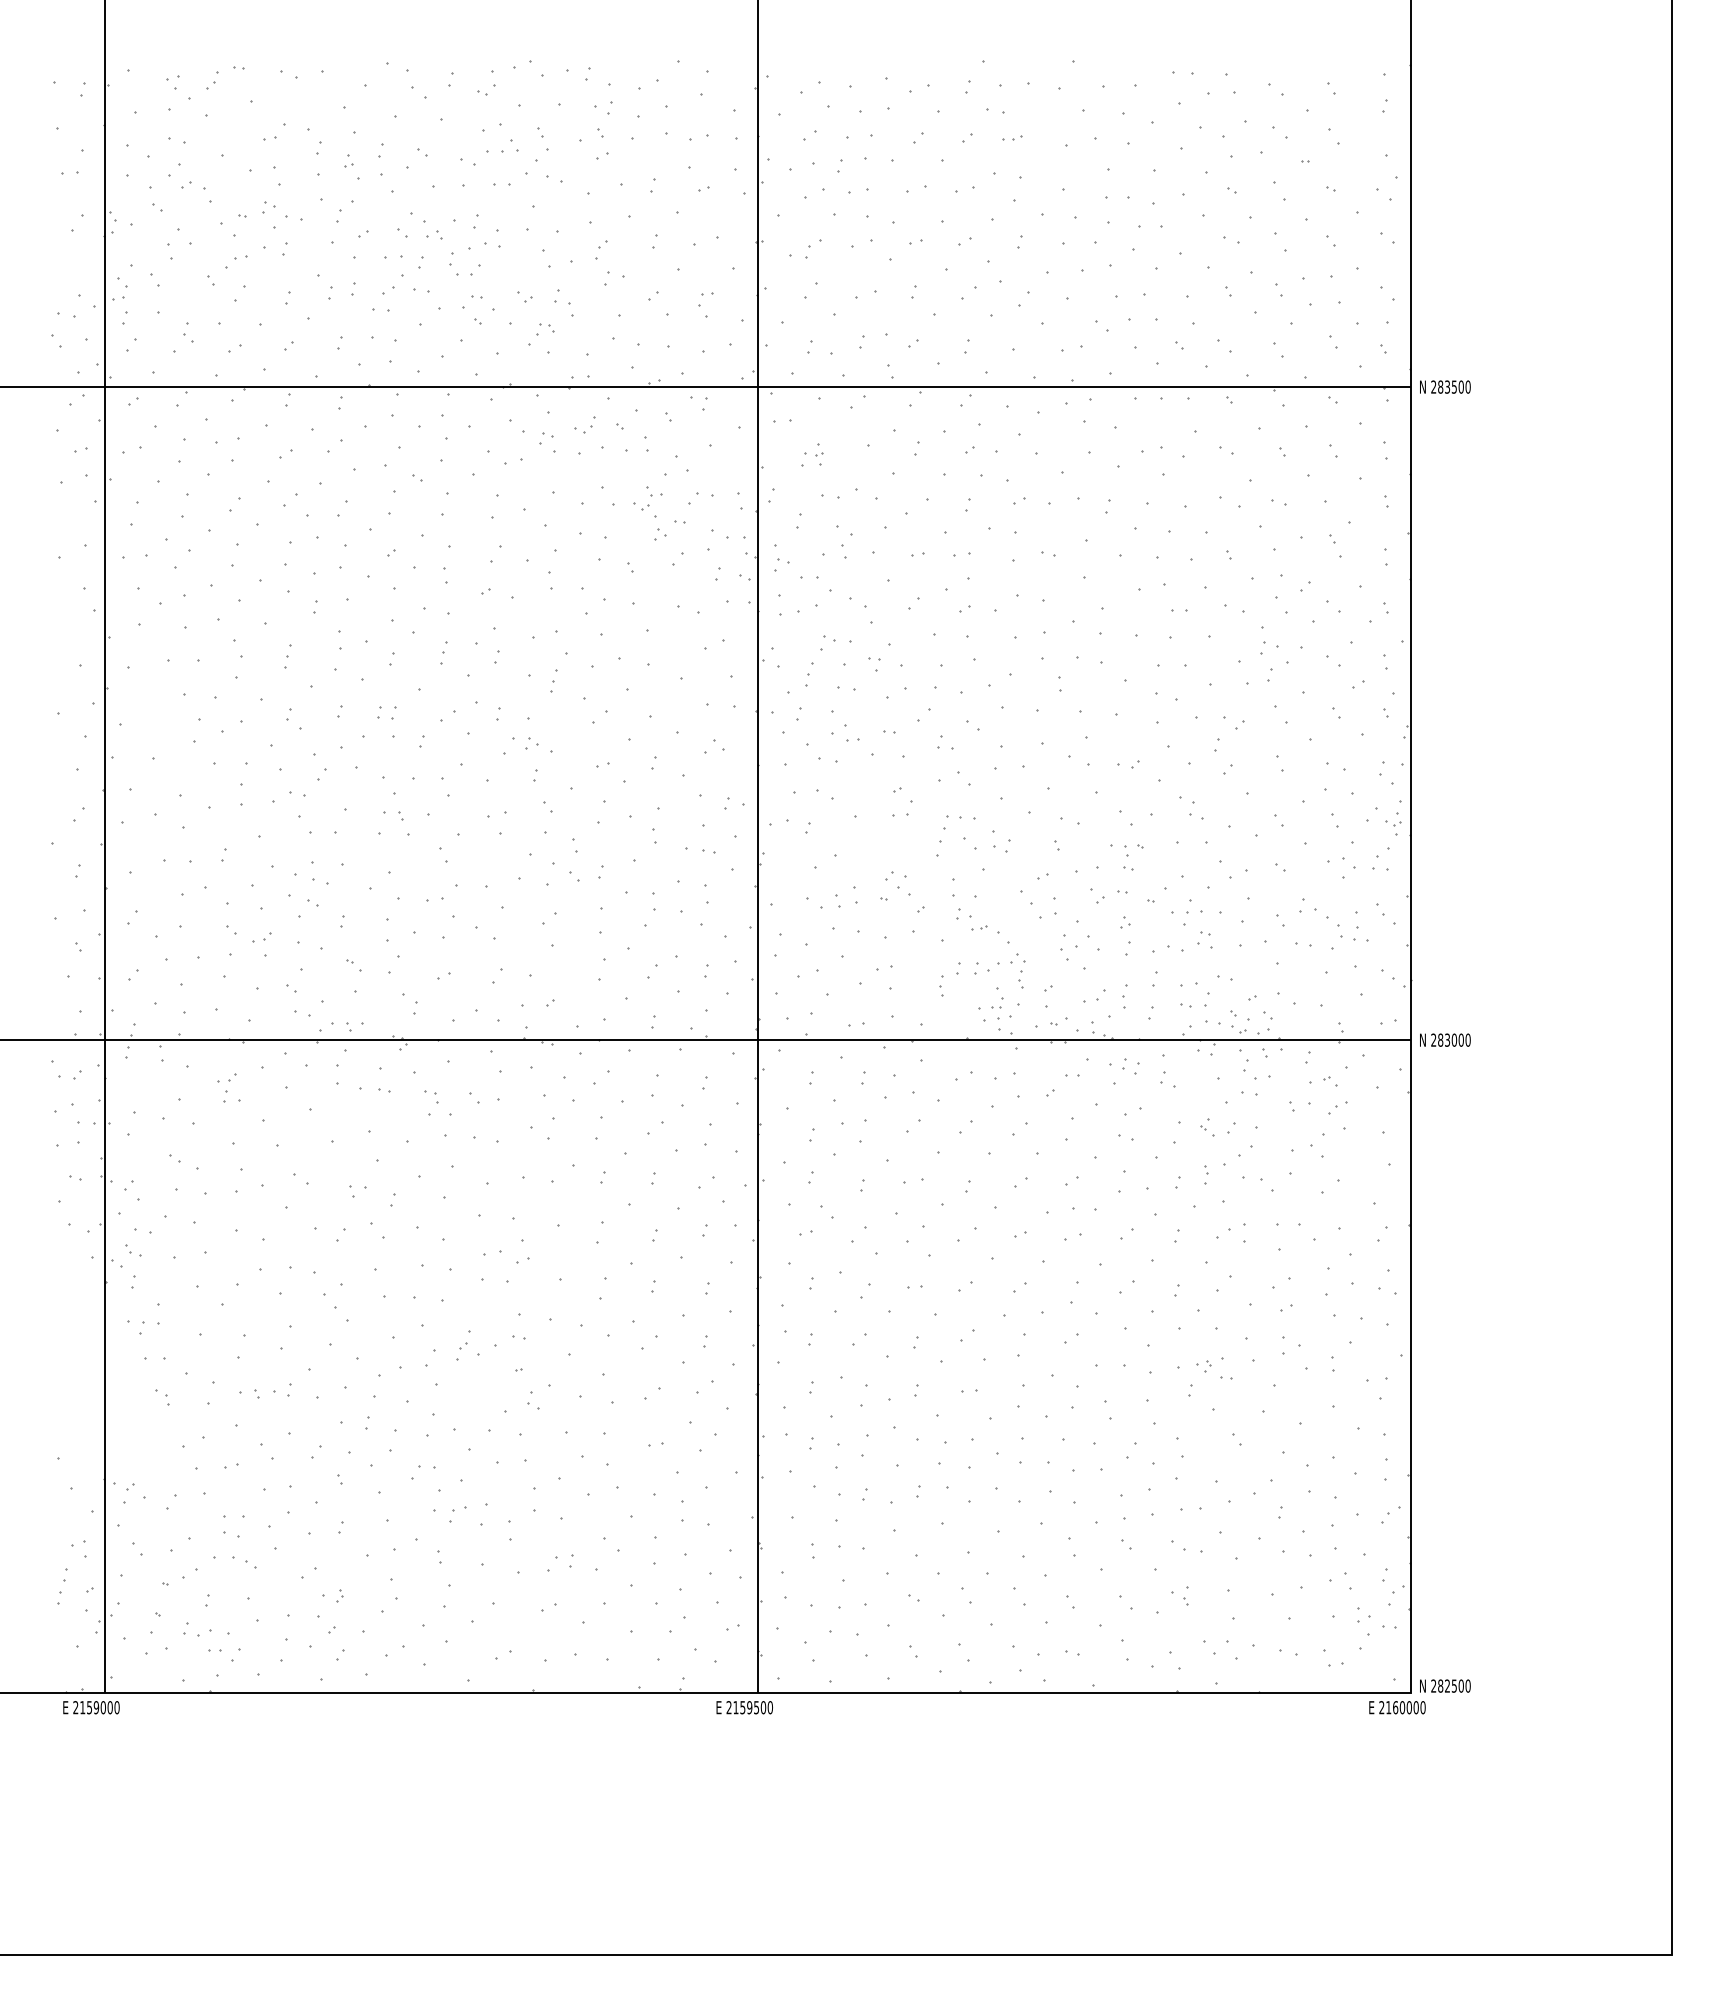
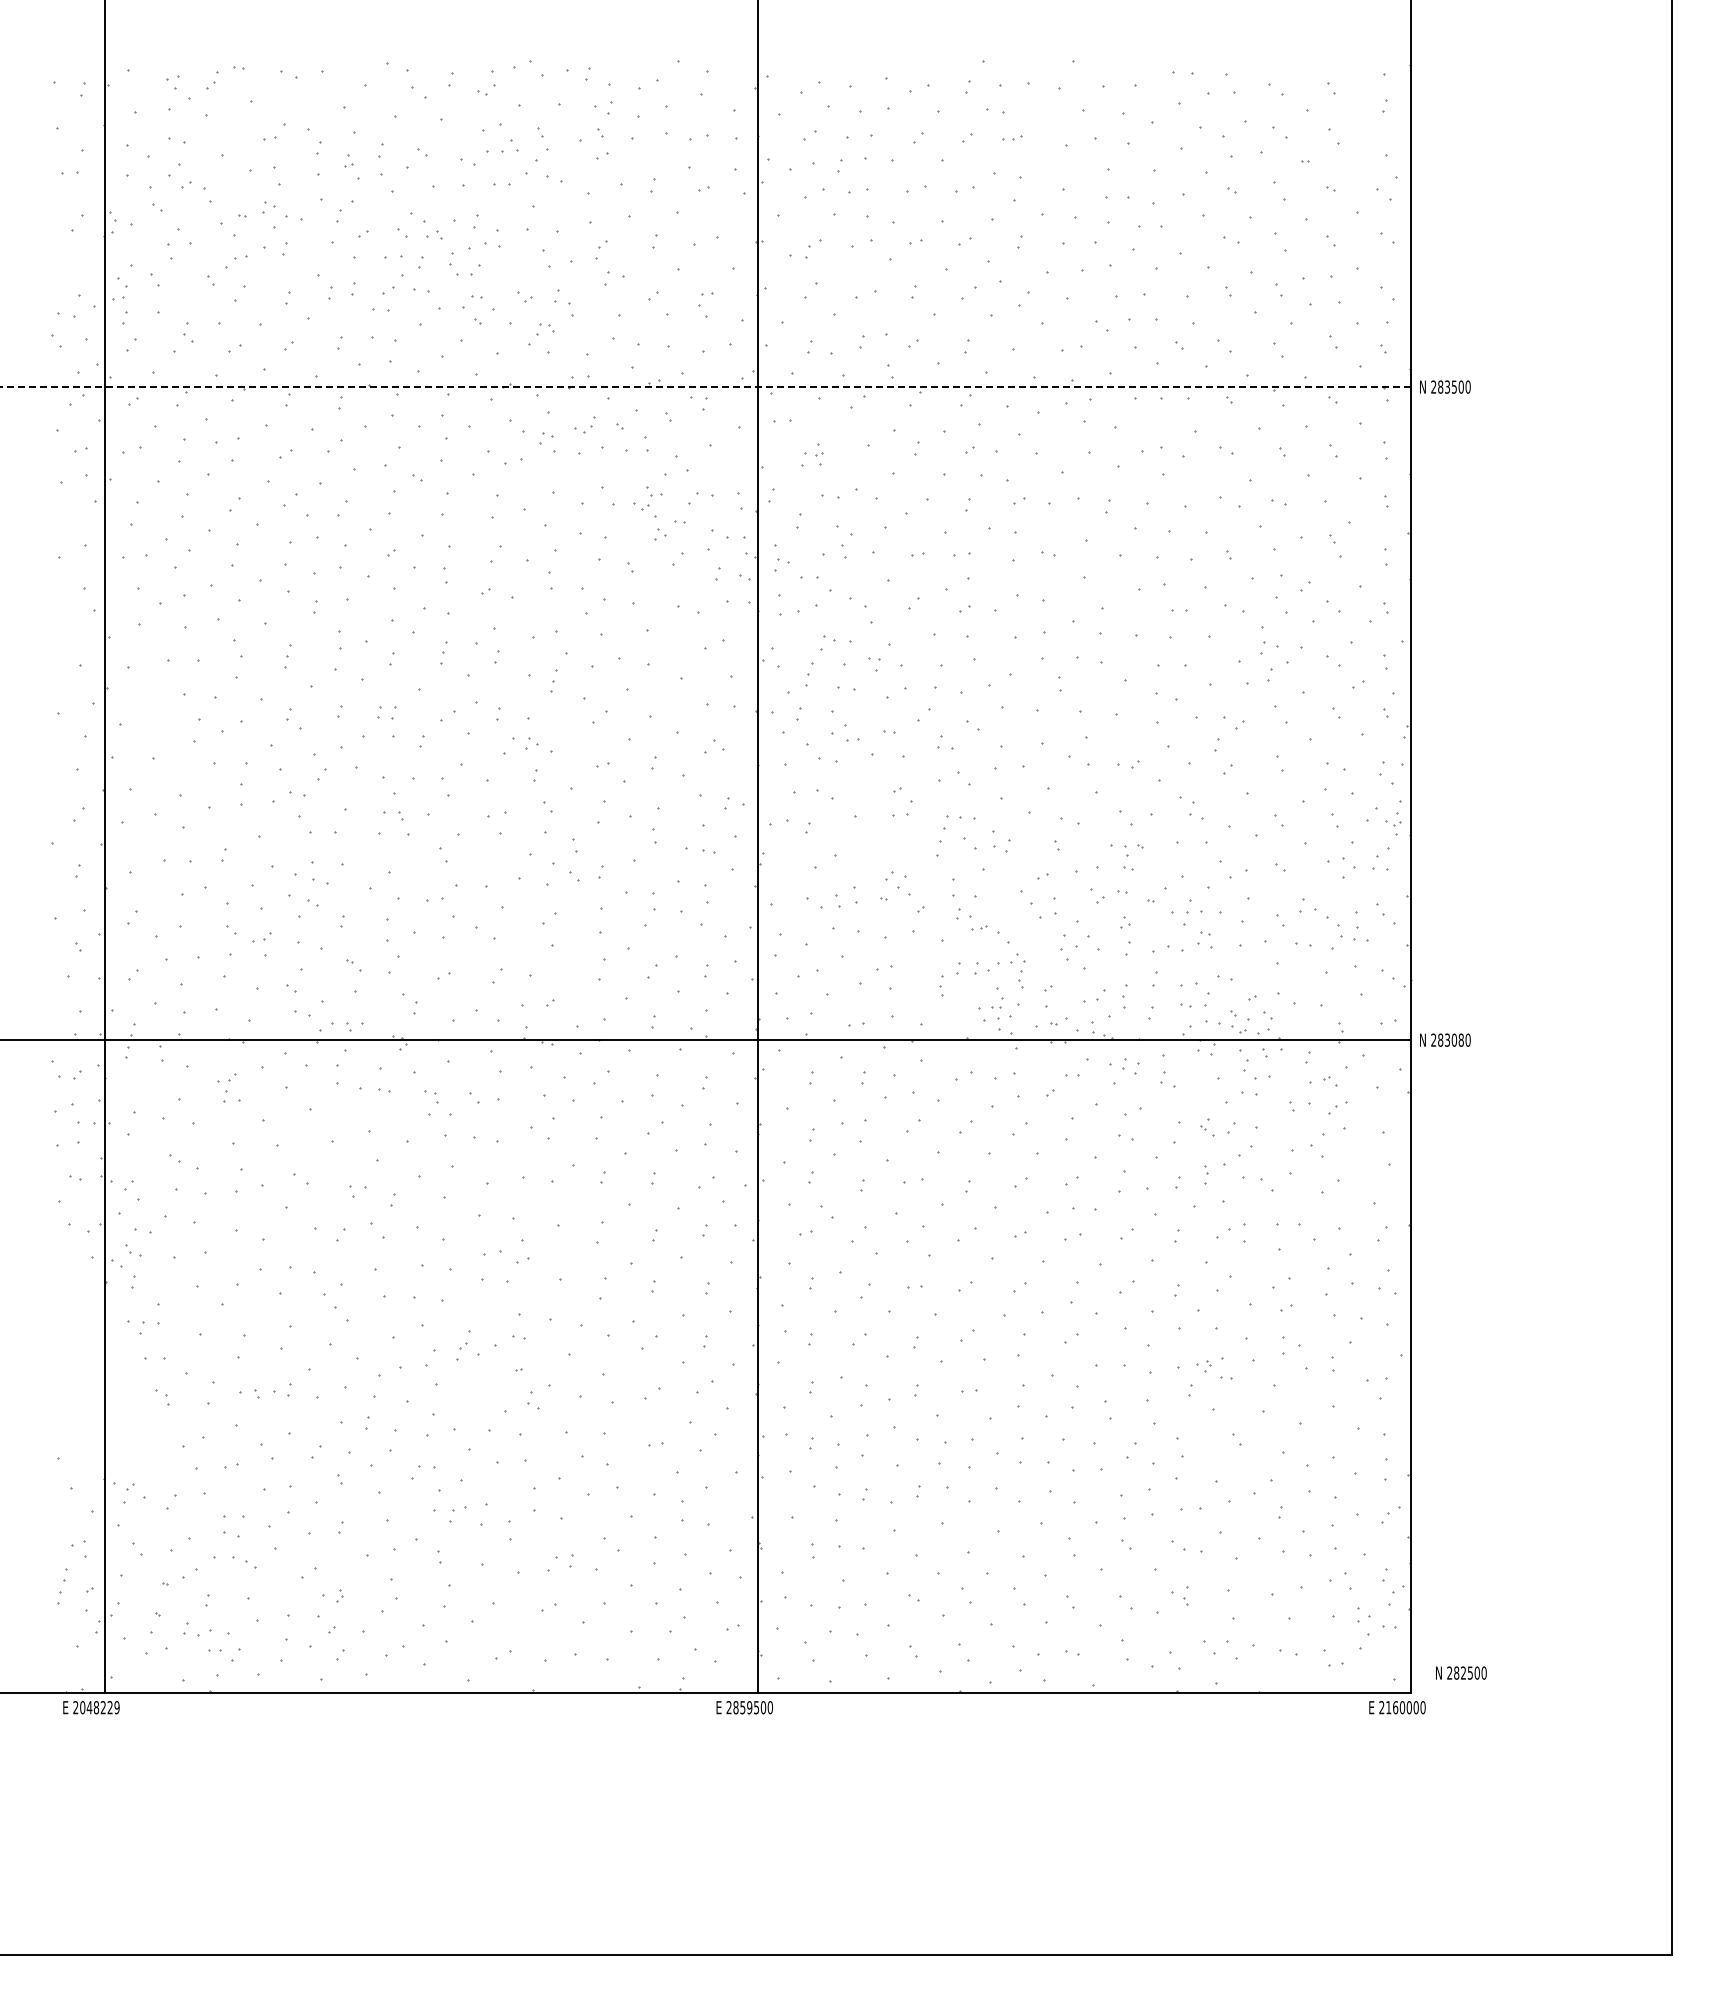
line at (705, 387): solid -> dashed
text at (1460, 1039): 283000 -> 283080
text at (1445, 1685) position: (1445, 1685) -> (1461, 1672)
text at (99, 1707): 2159000 -> 2048229
text at (735, 1707): 2159500 -> 2859500
